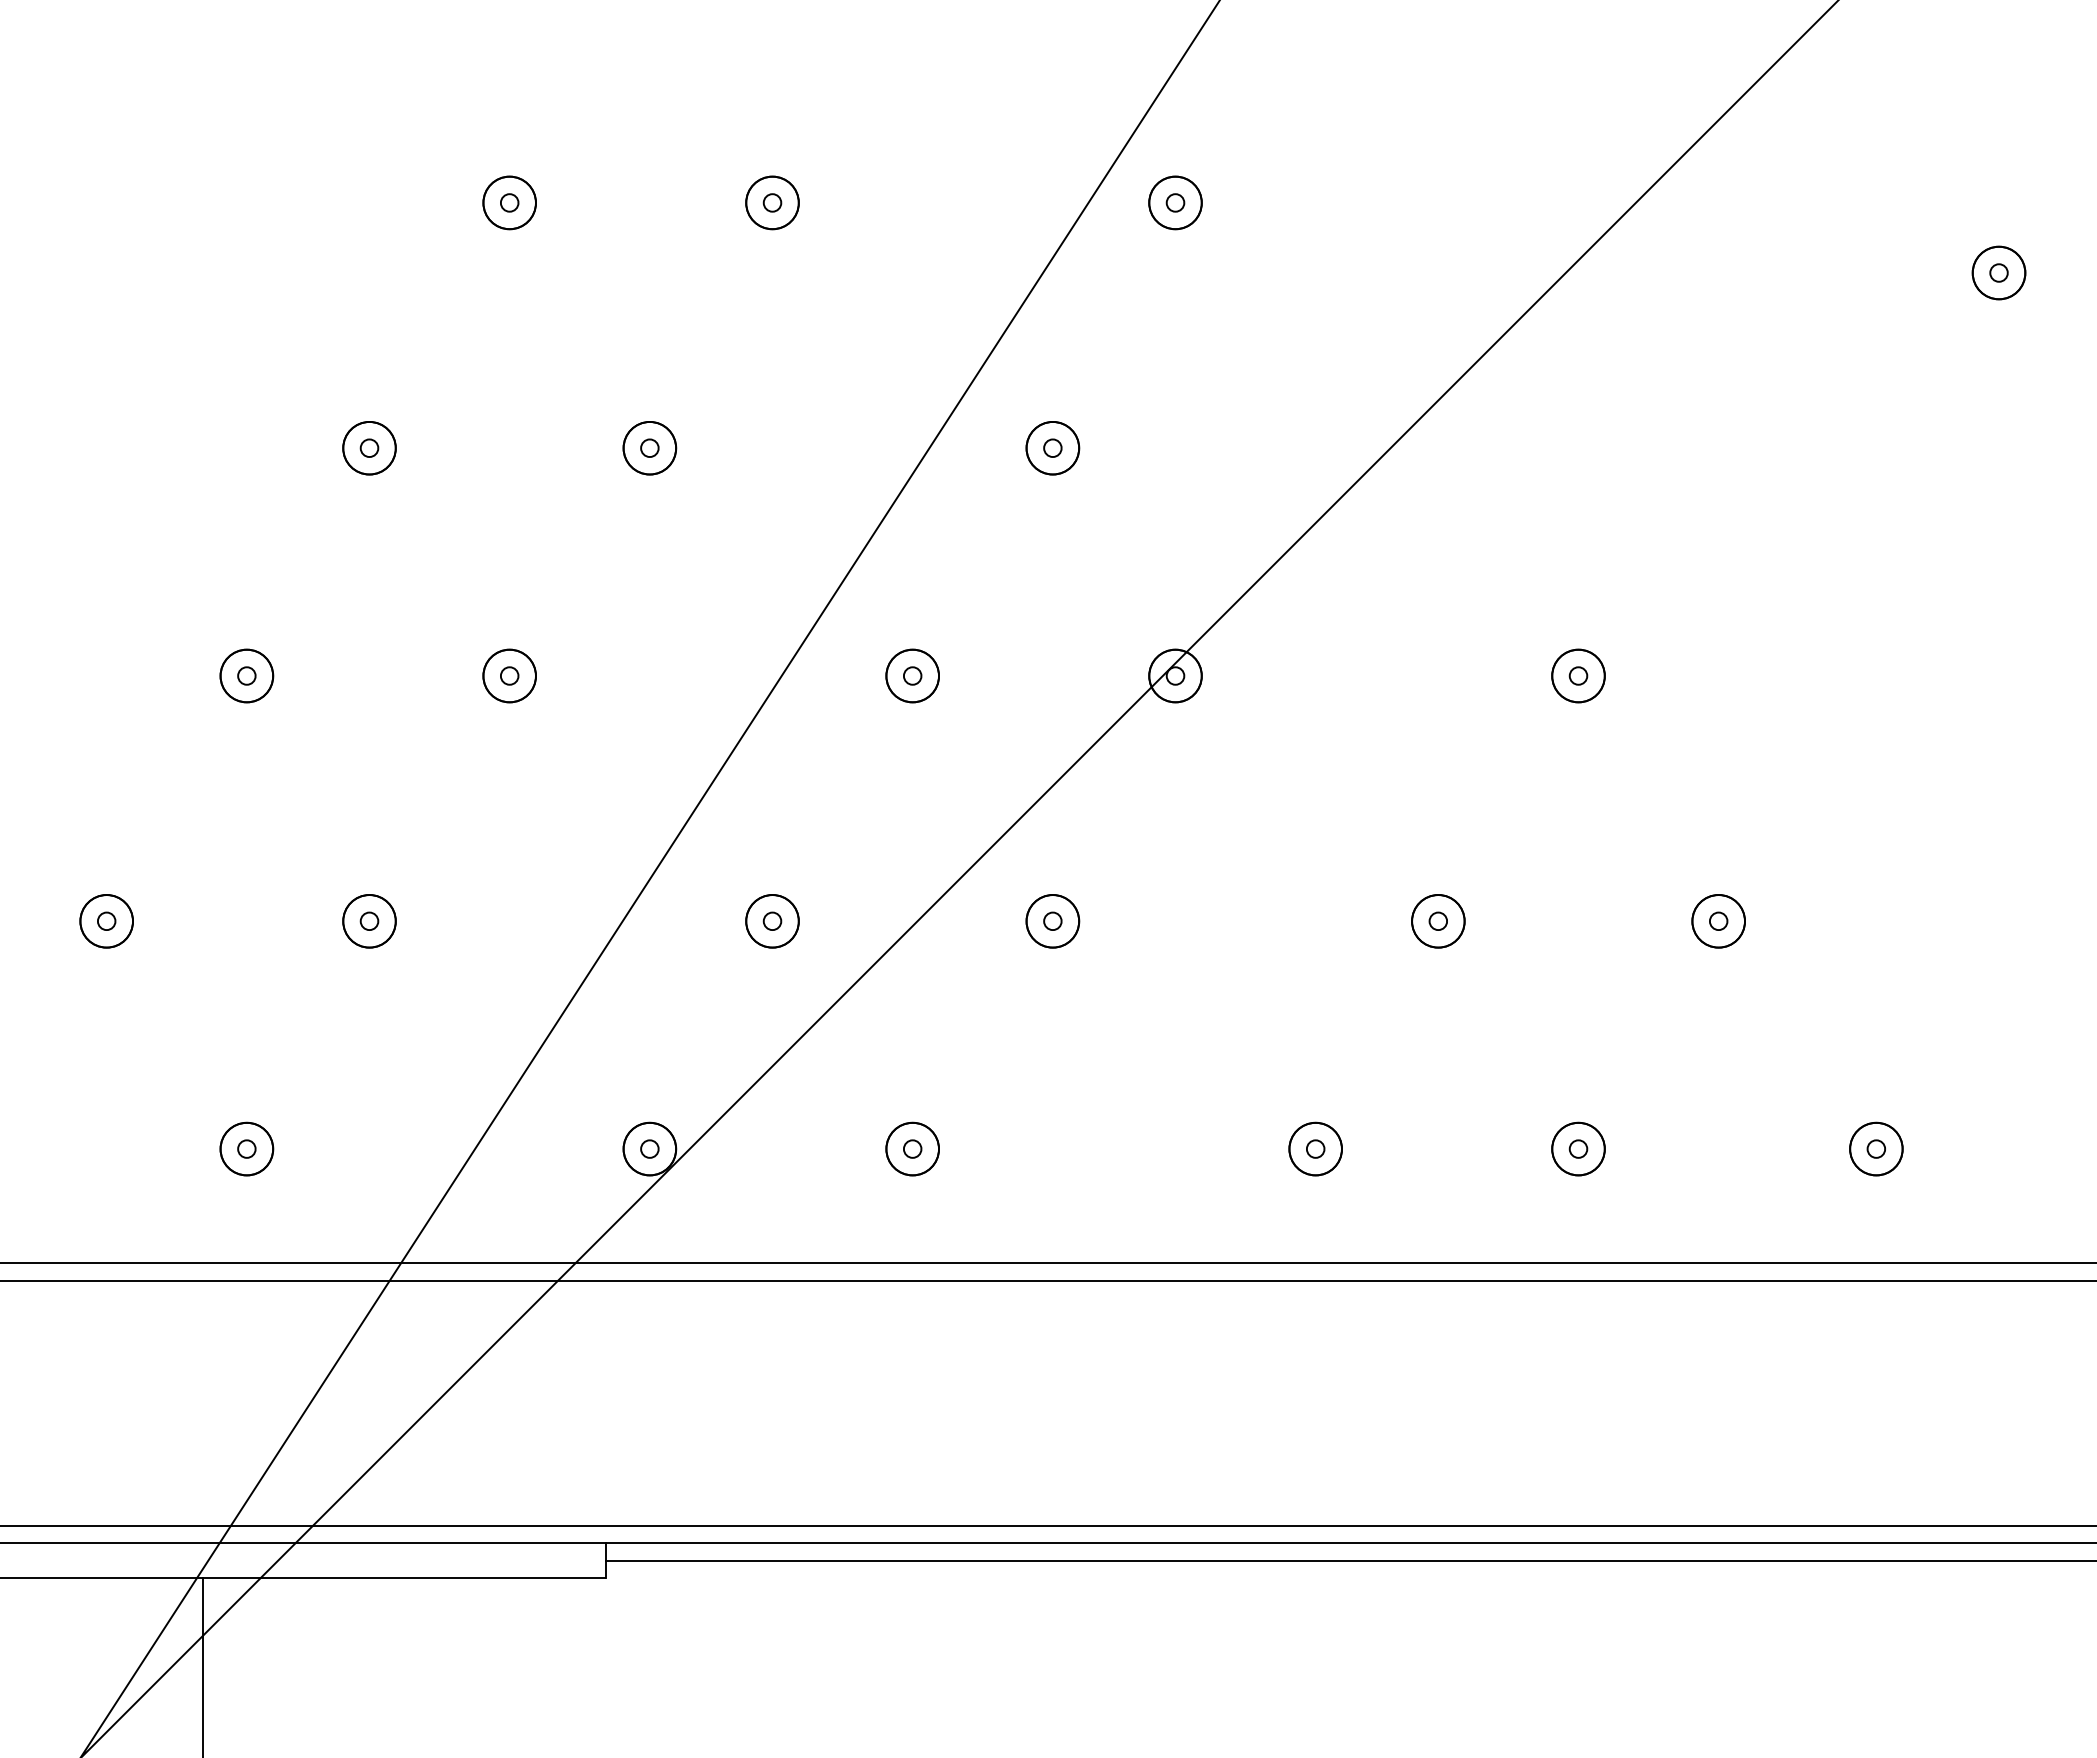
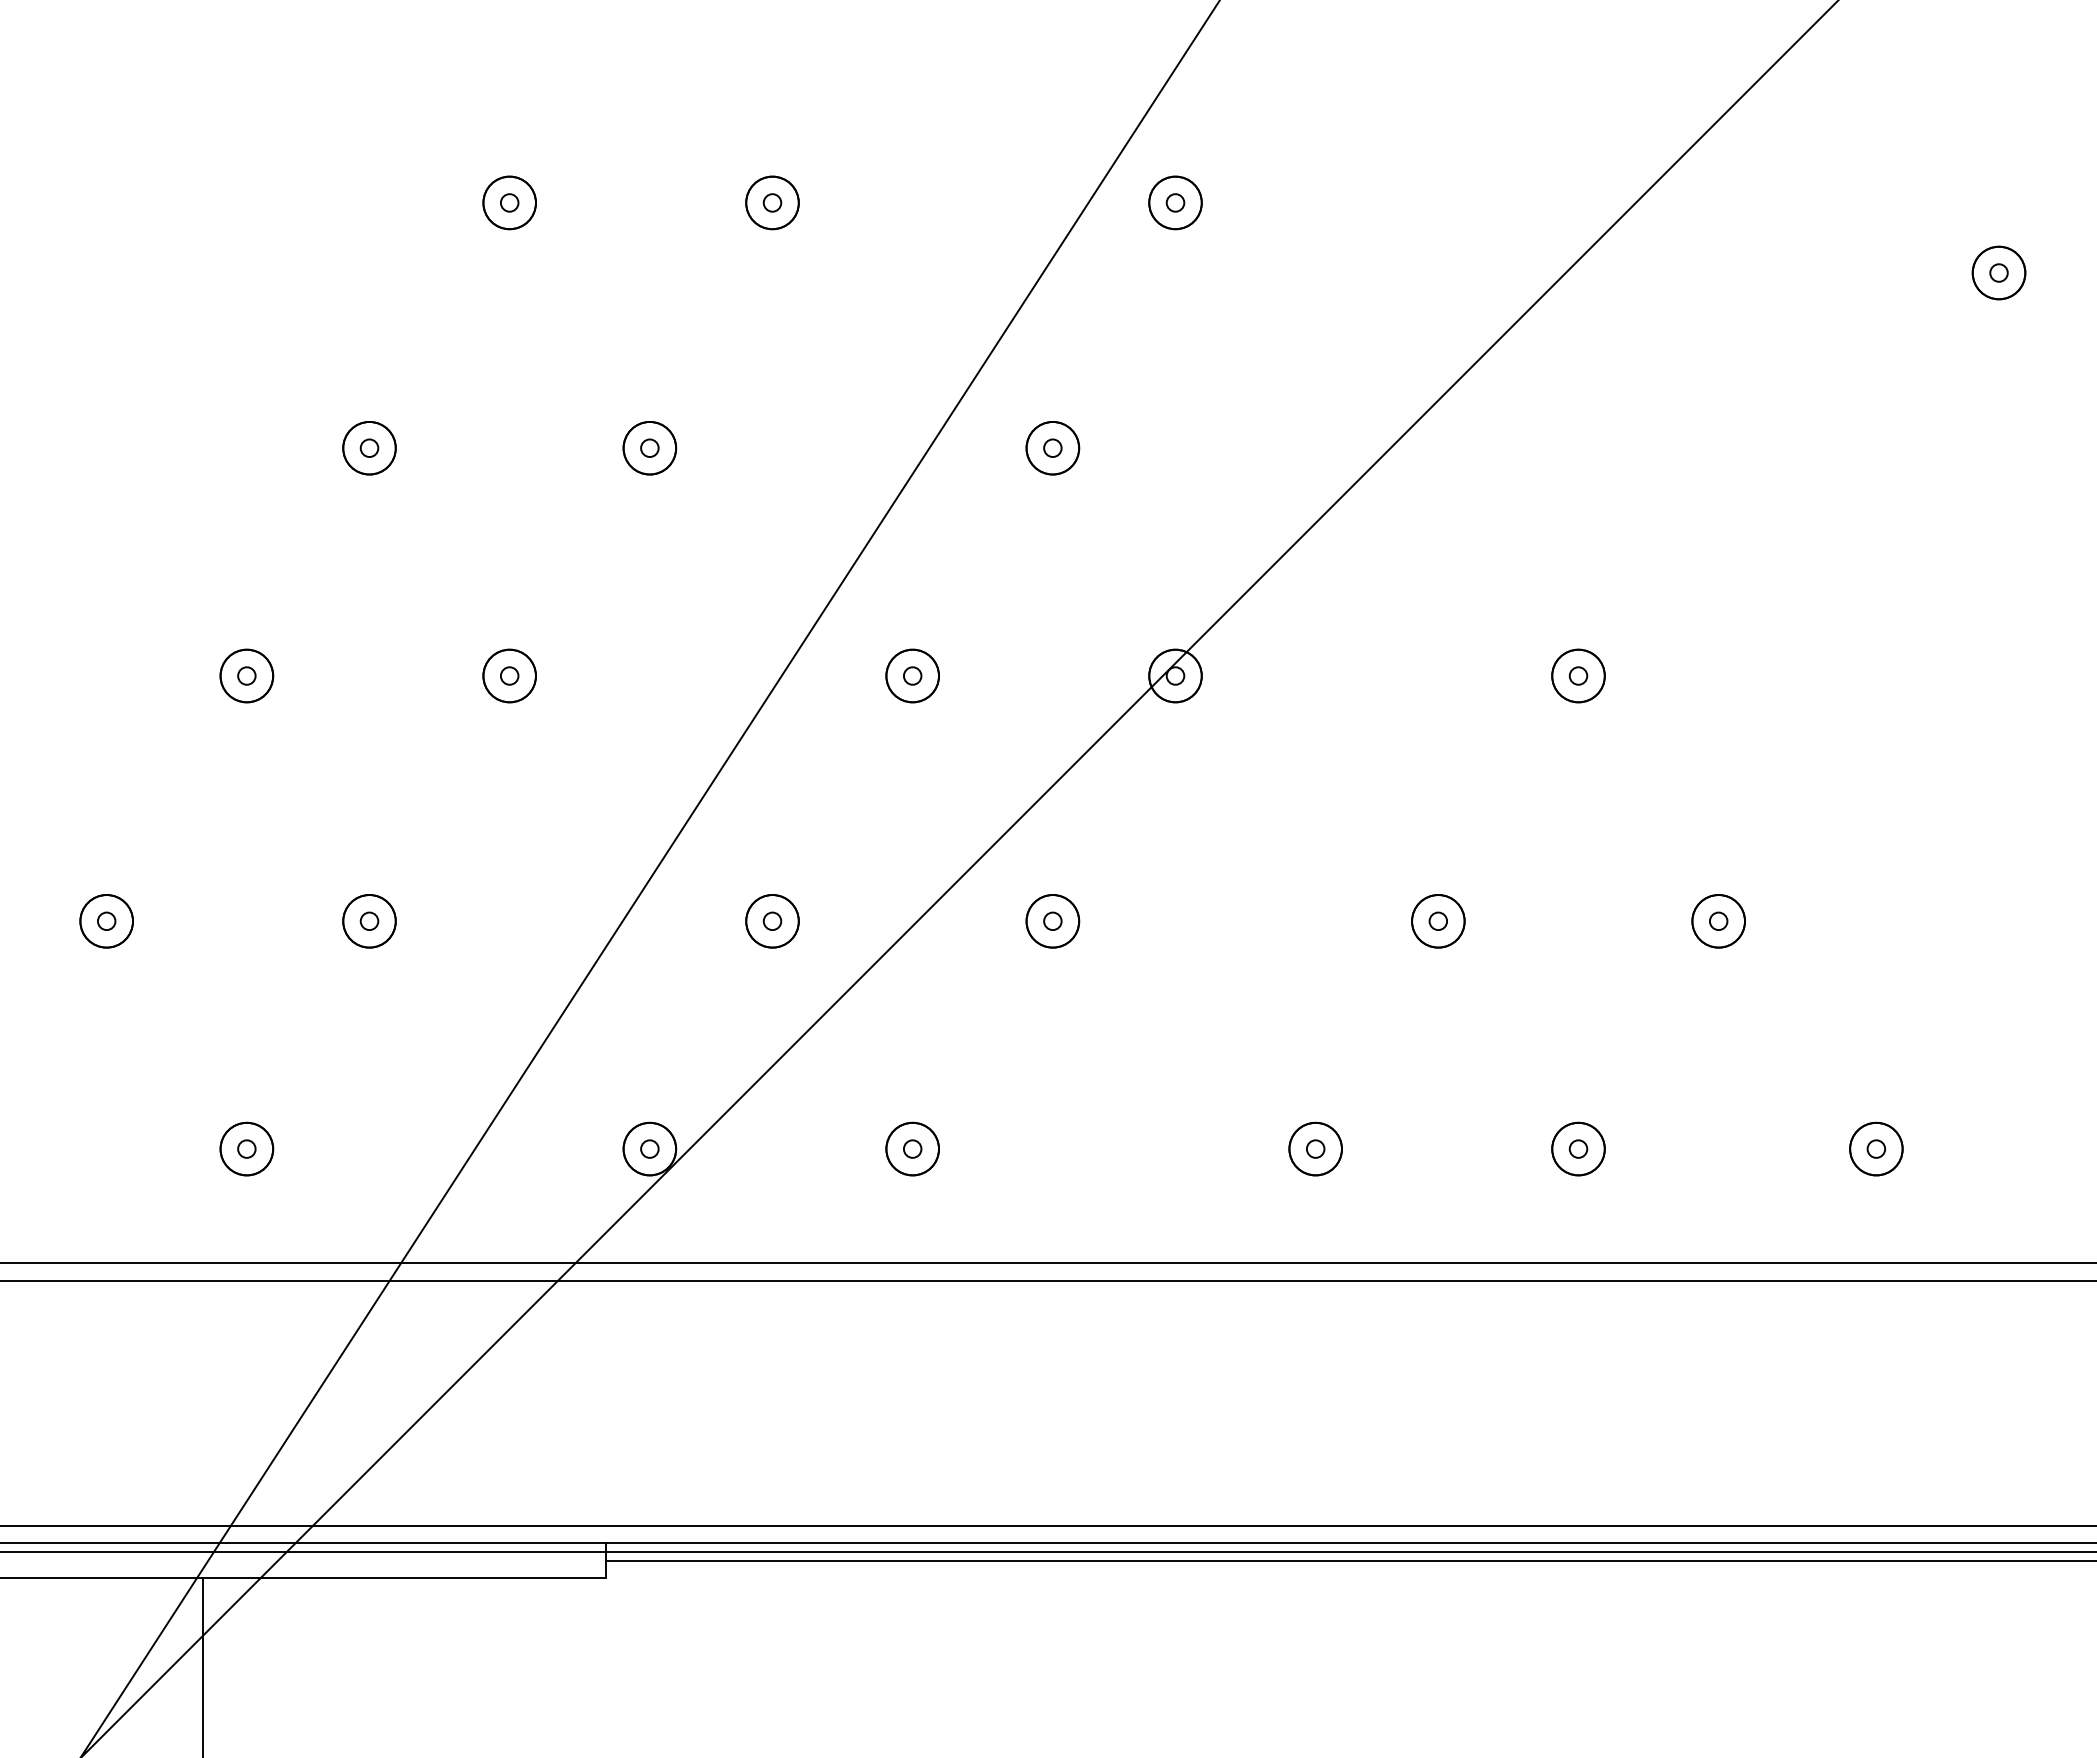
line at (1047, 1552): none -> present
